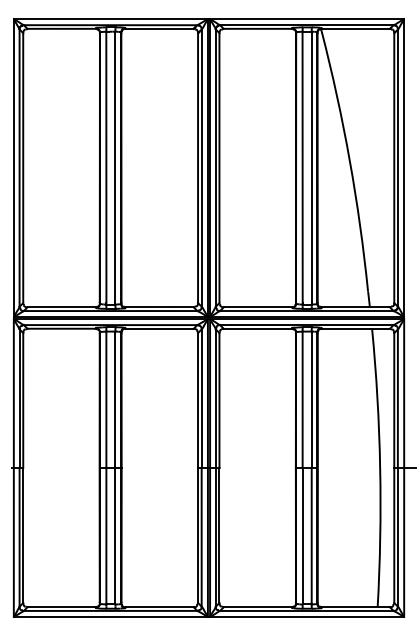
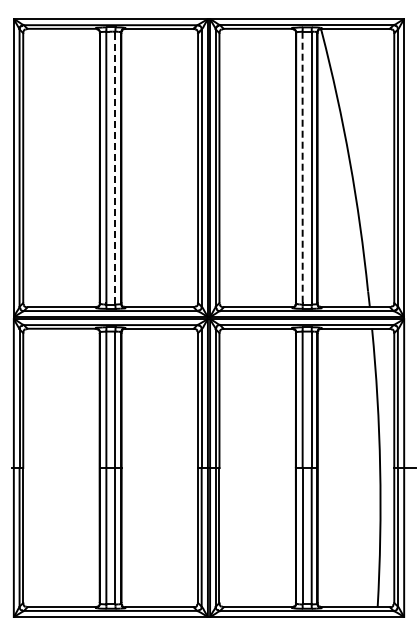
line at (302, 167): solid -> dashed
line at (115, 168): solid -> dashed
